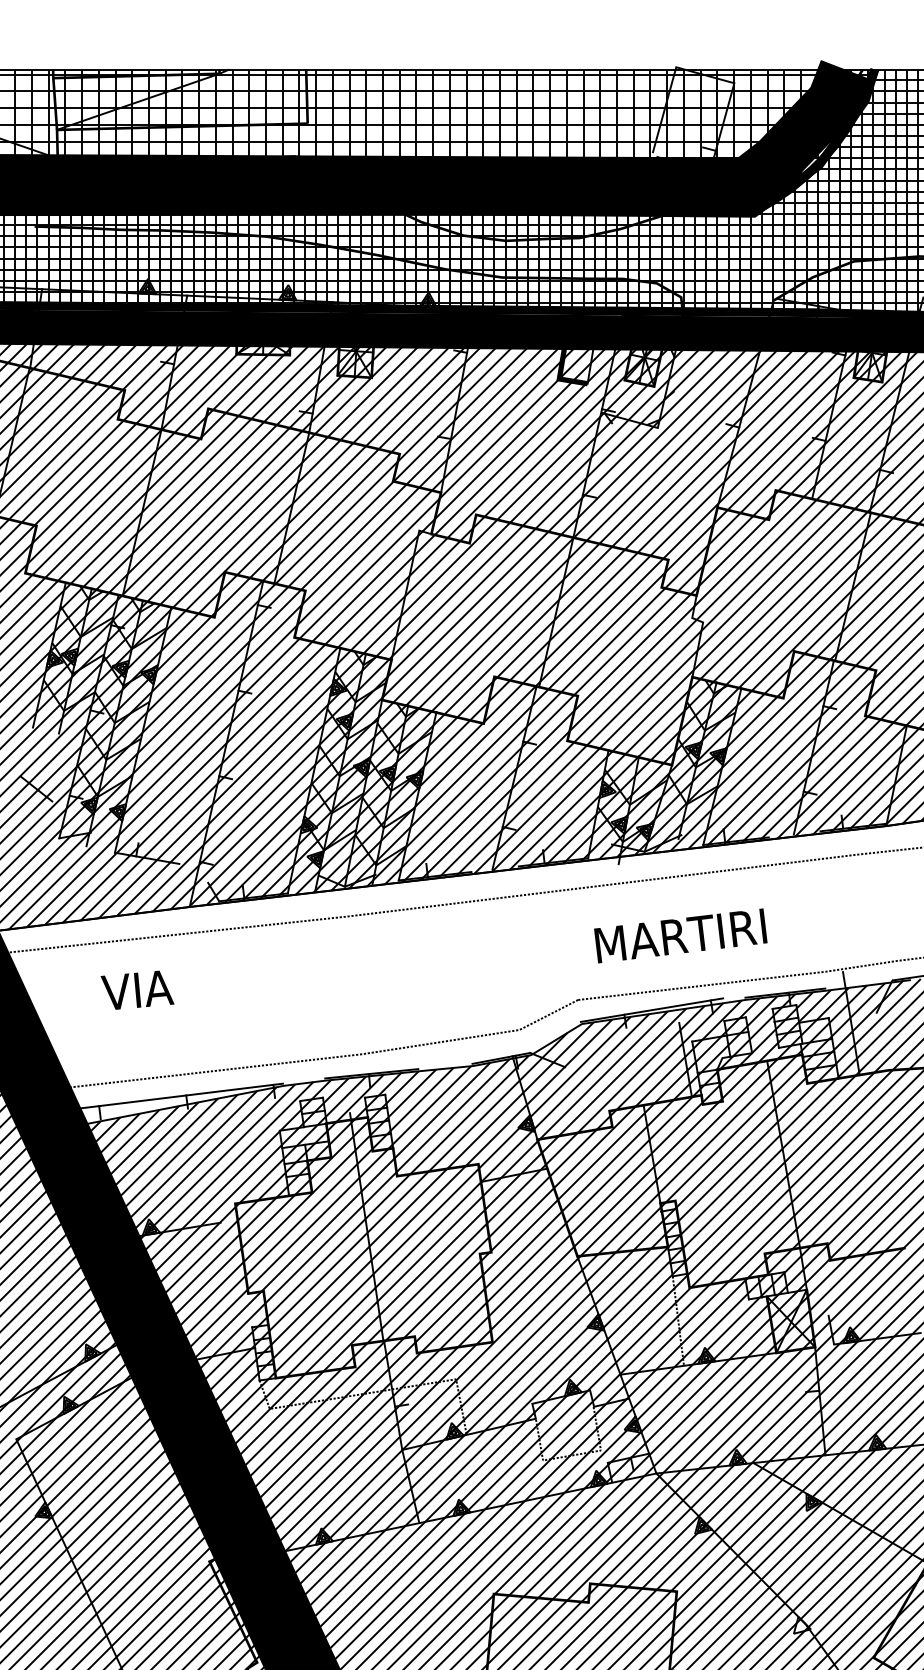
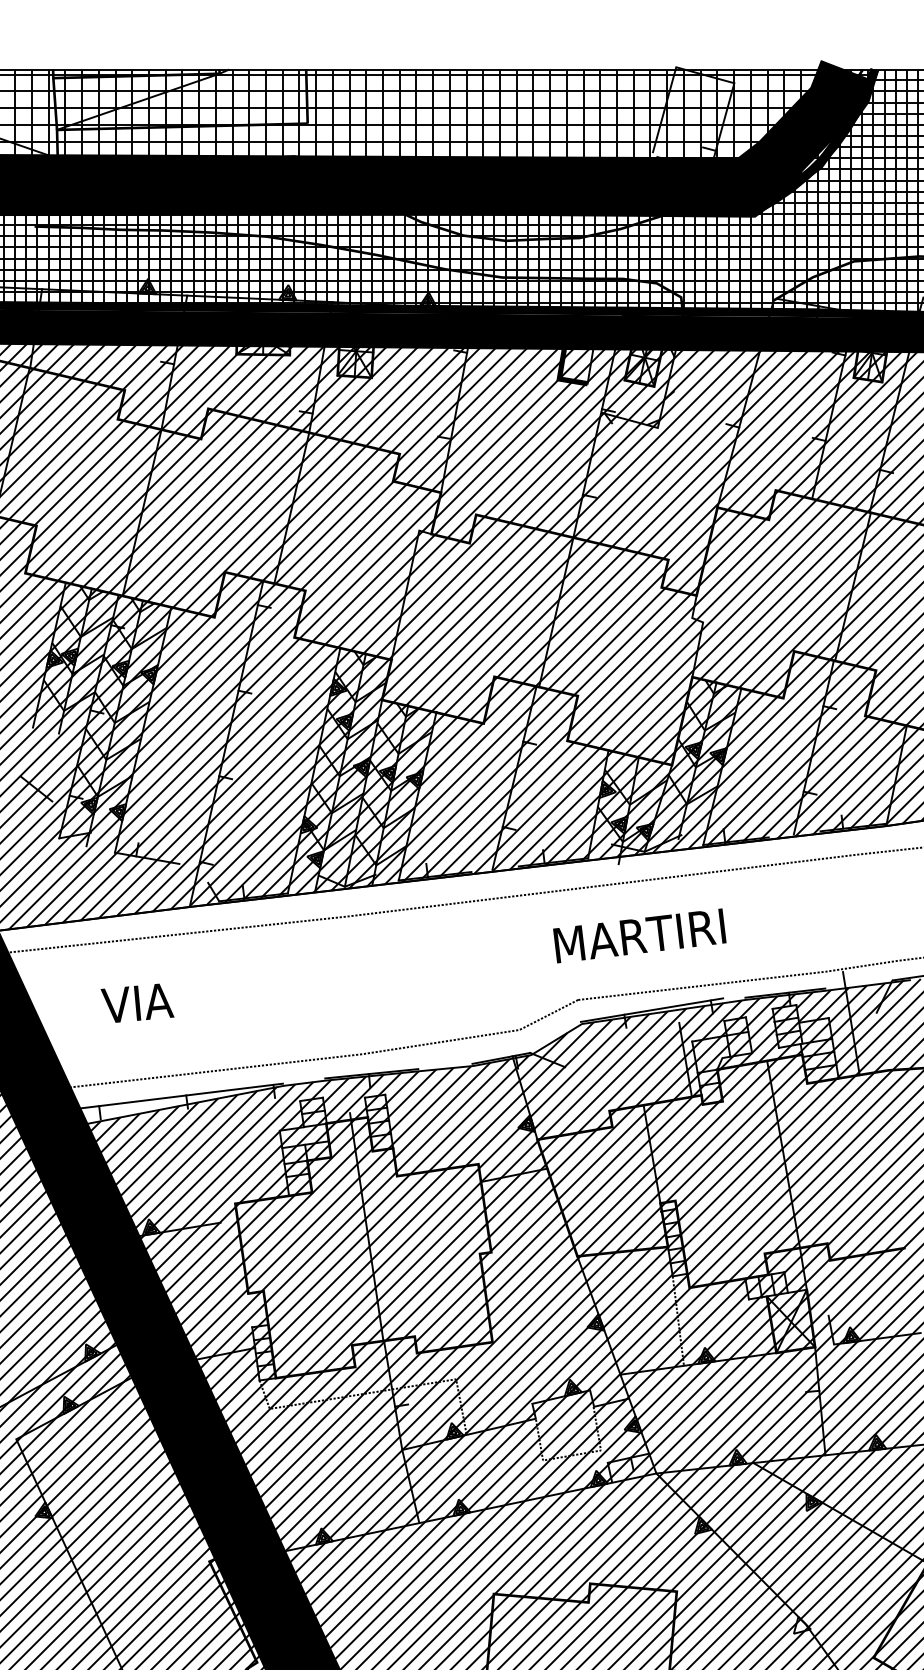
text at (680, 935) position: (680, 935) -> (639, 935)
text at (137, 989) position: (137, 989) -> (137, 1002)
